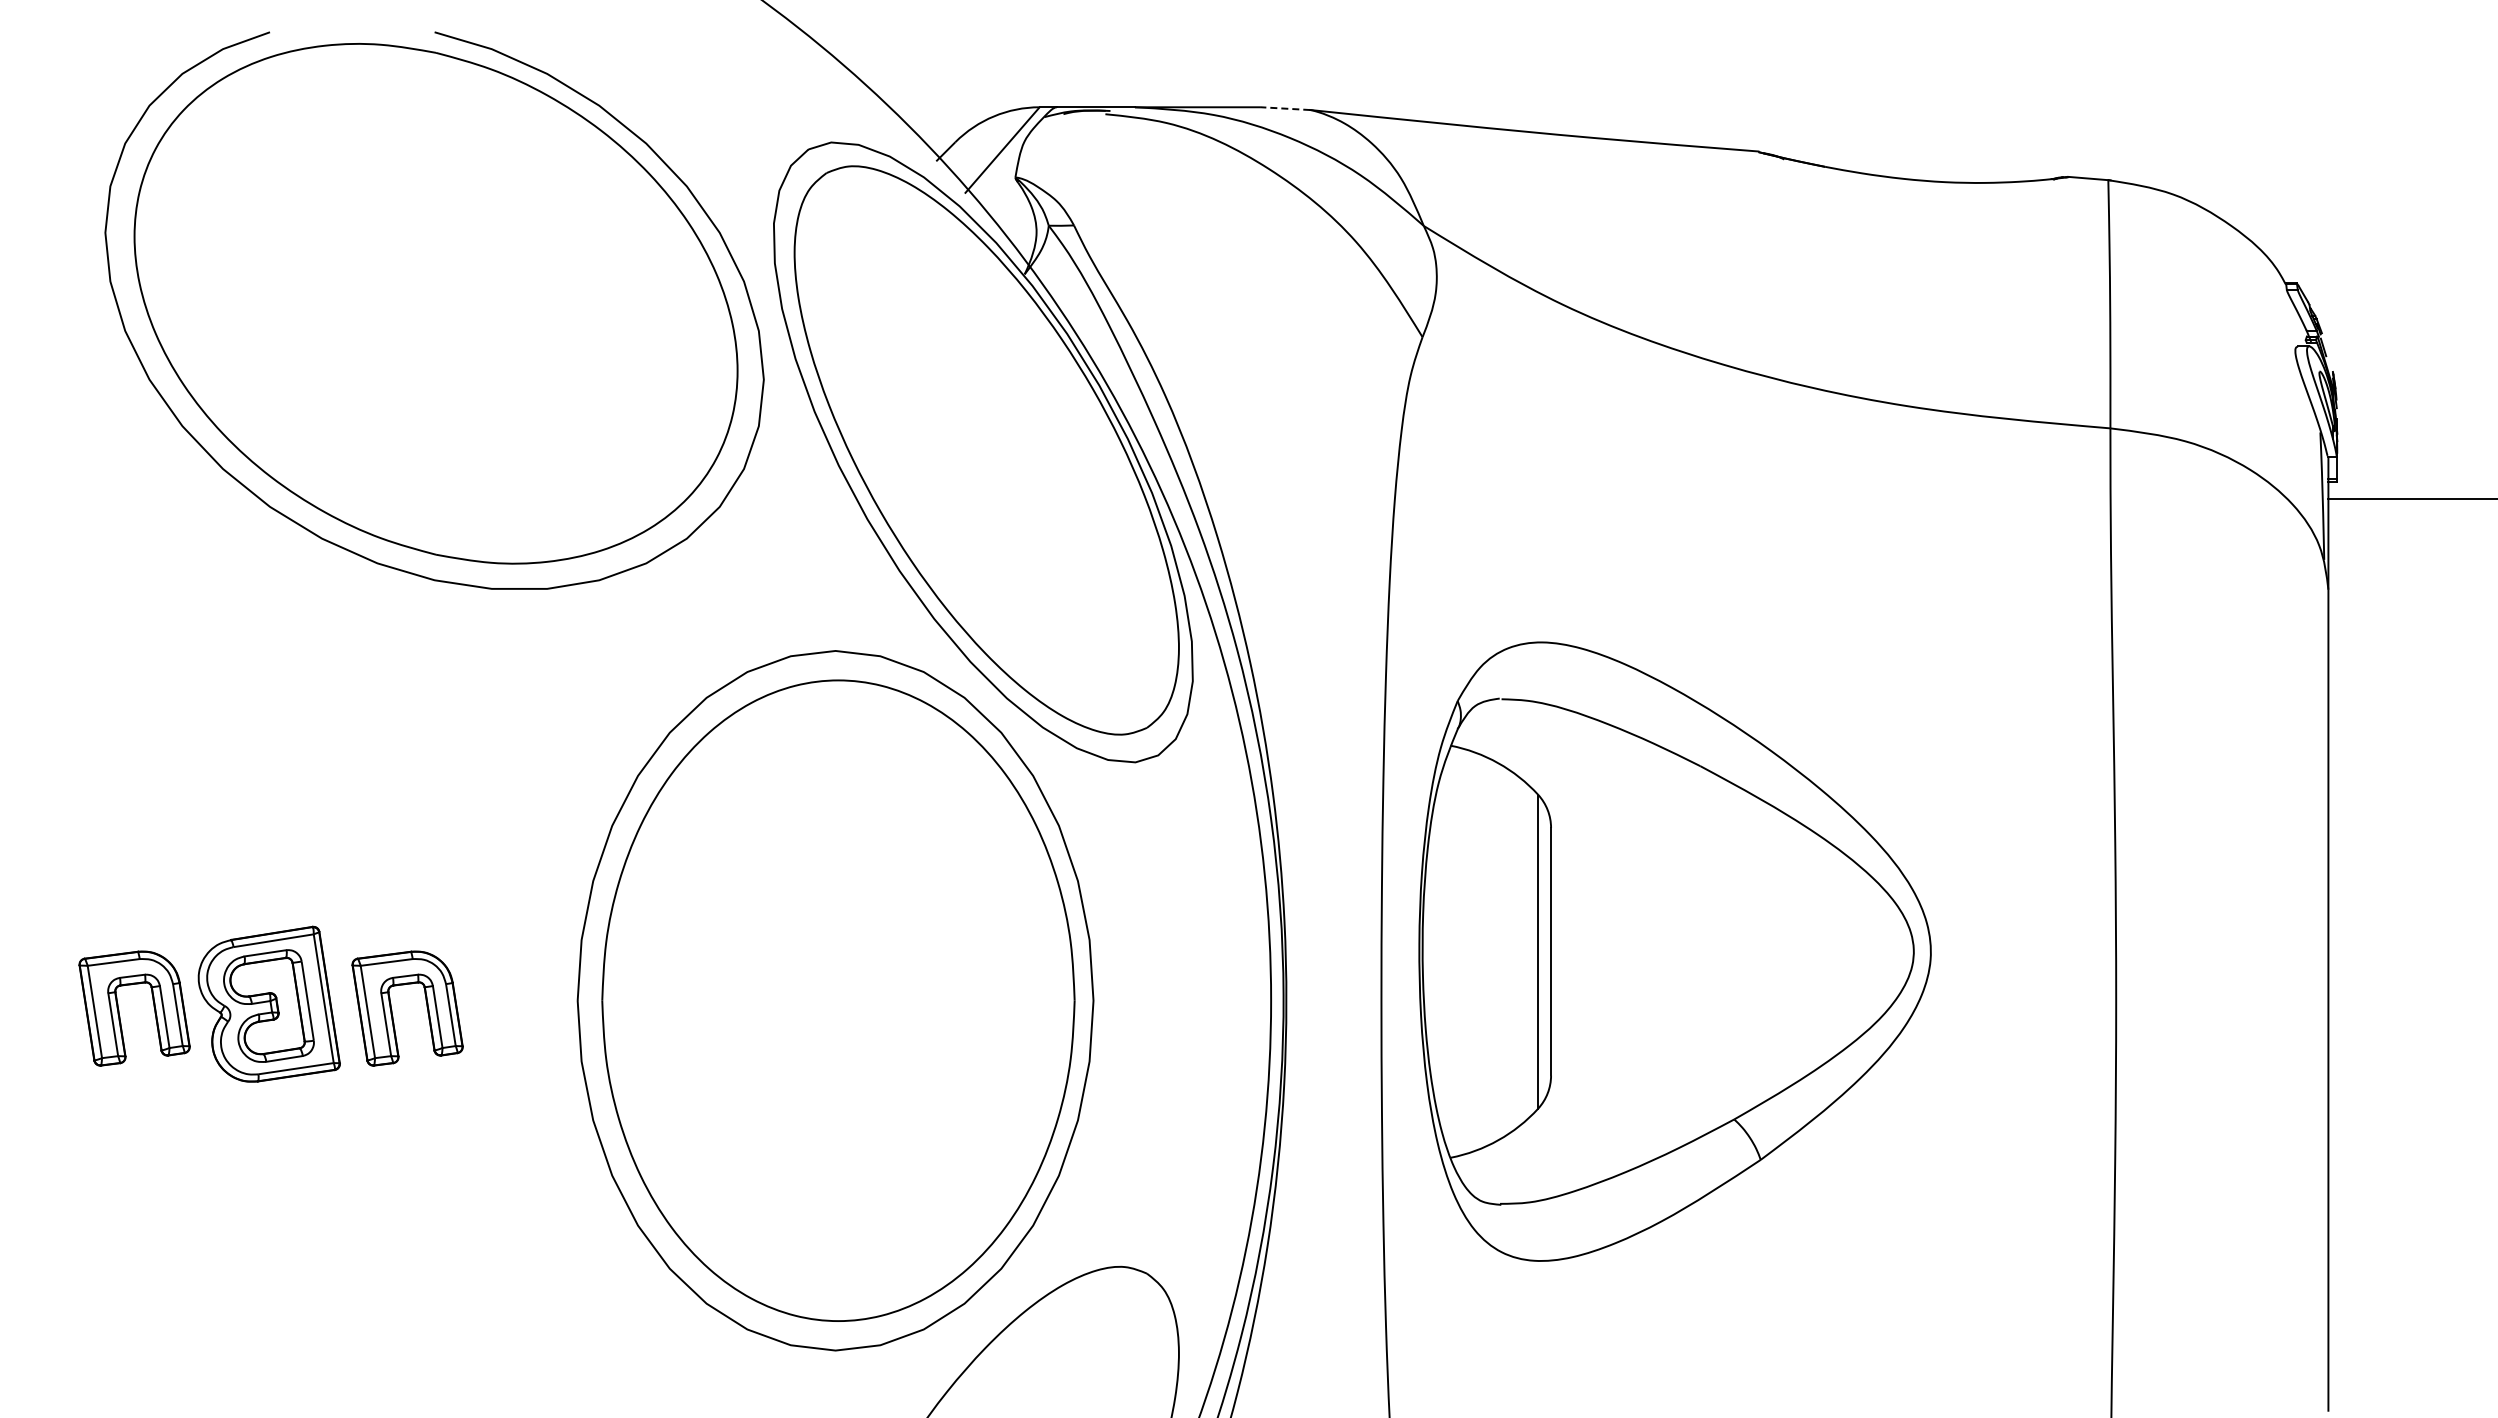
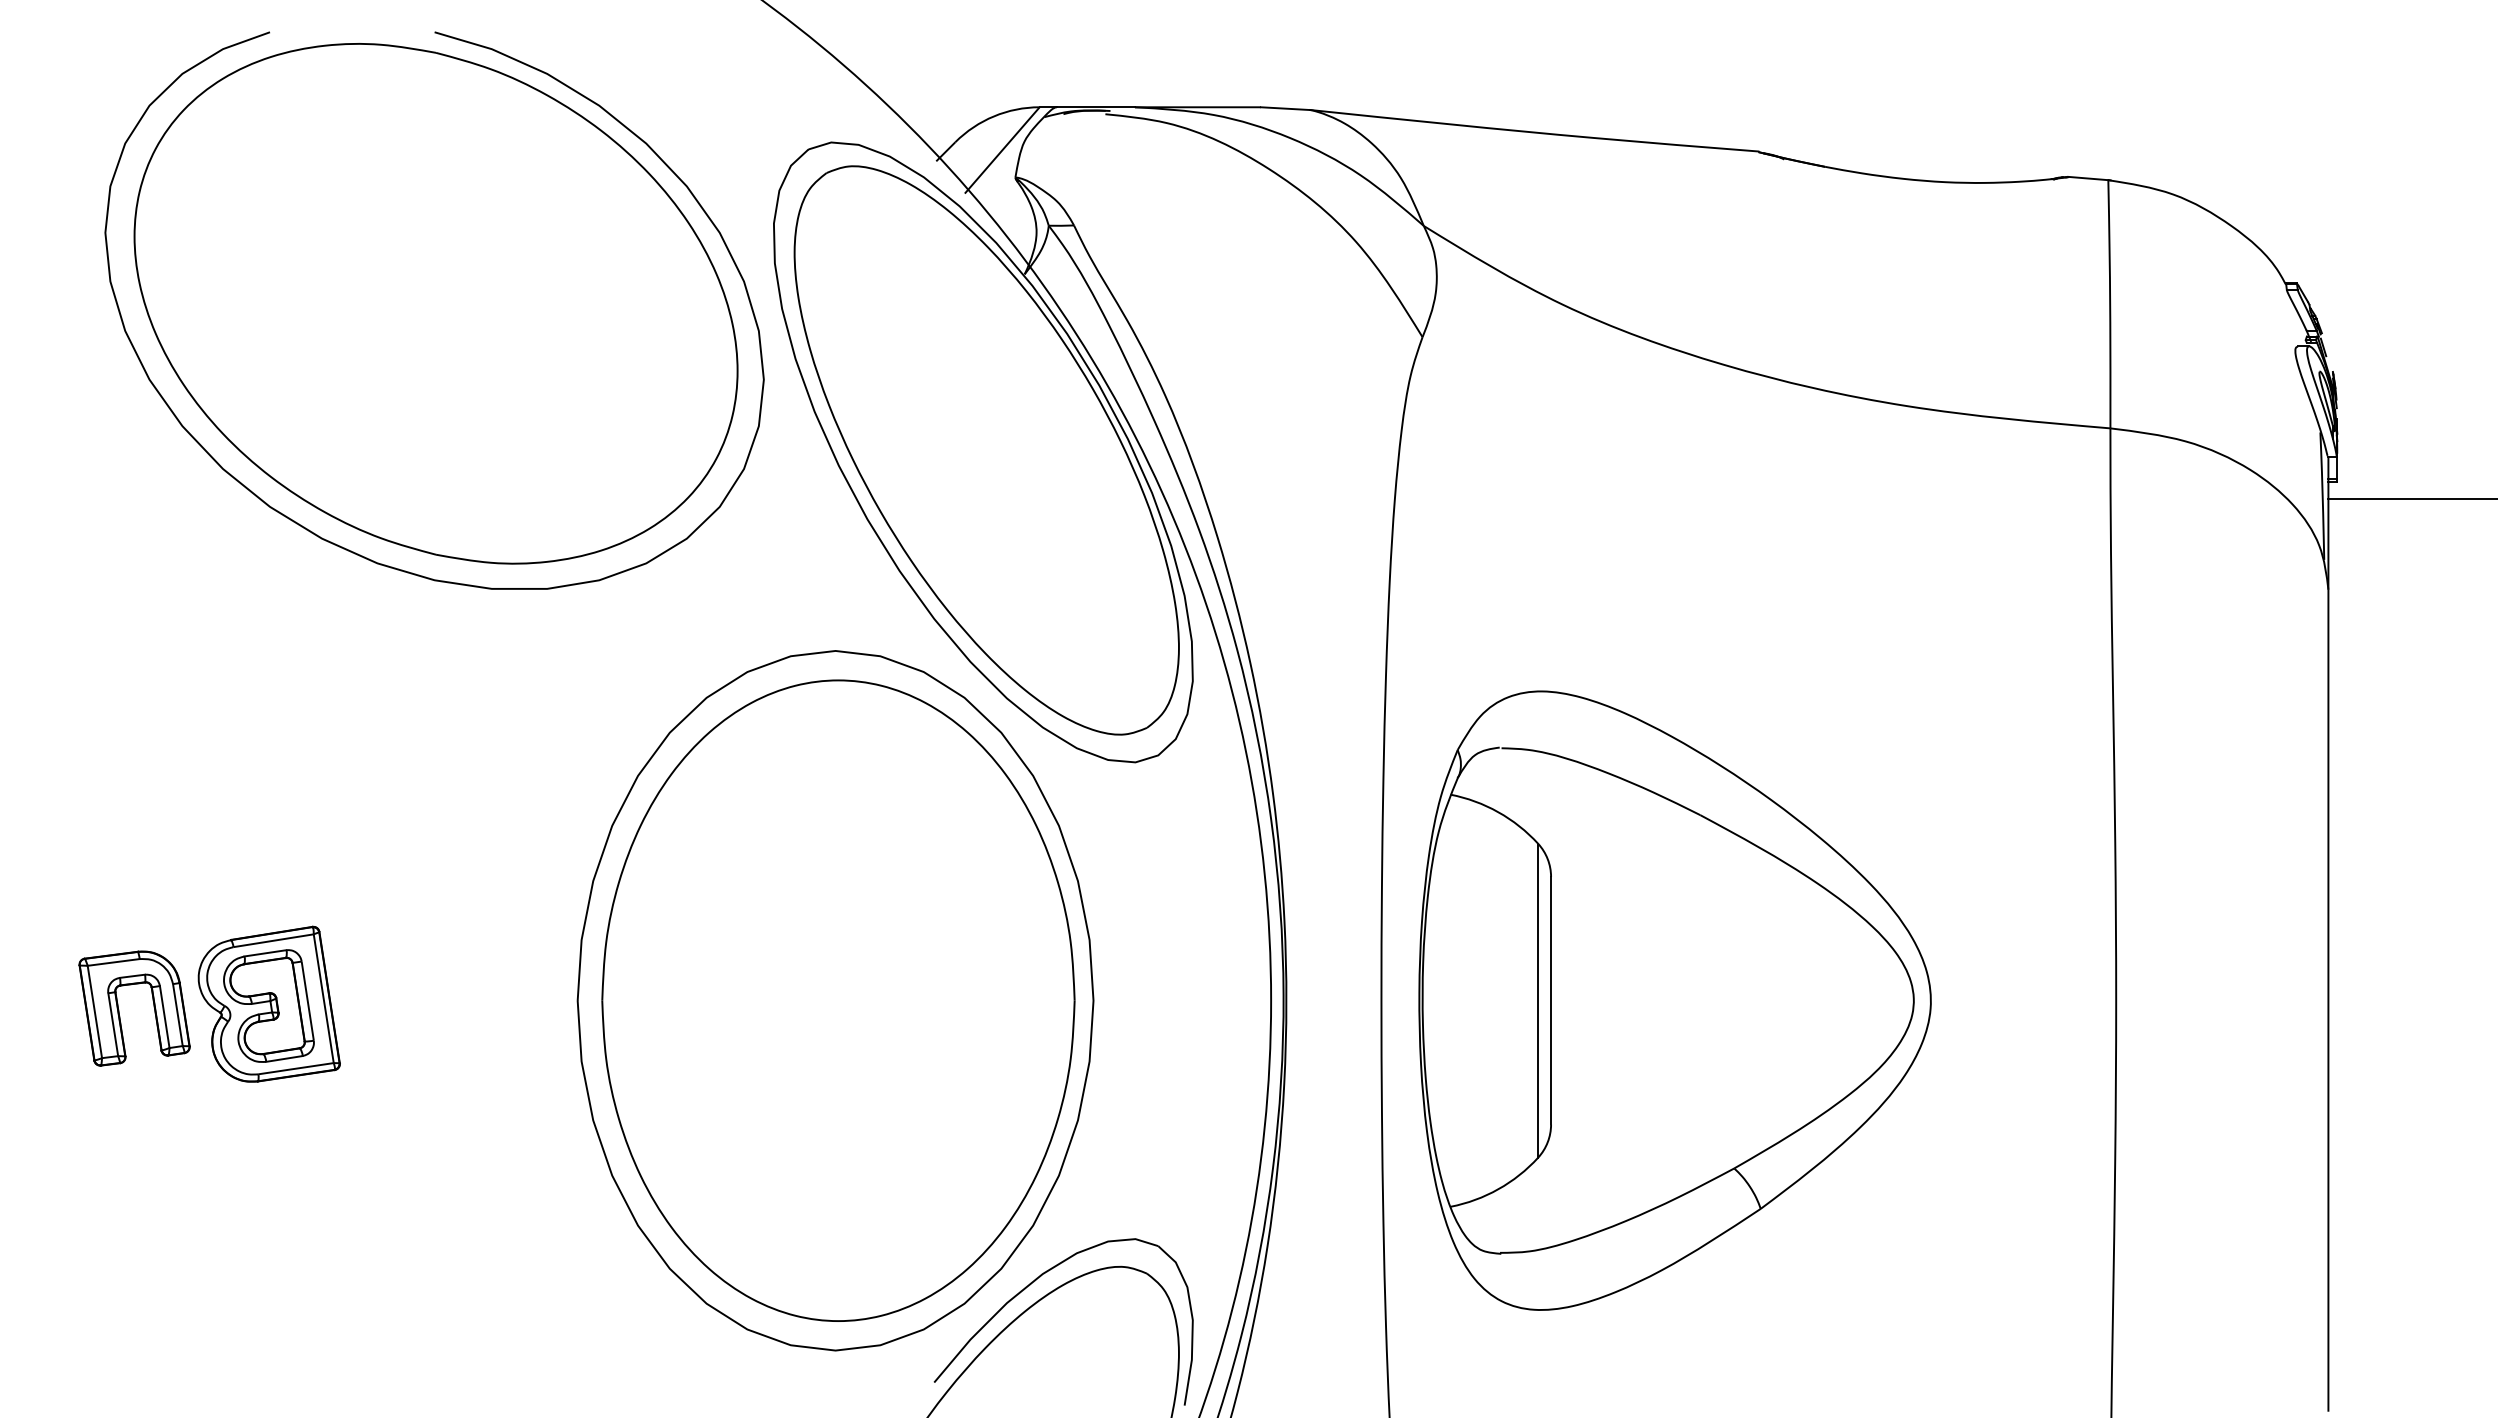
line at (1285, 108): dashed -> solid
part at (1674, 951) position: (1674, 951) -> (1674, 1000)
part at (392, 1009): present -> none
part at (1029, 1286): none -> present
